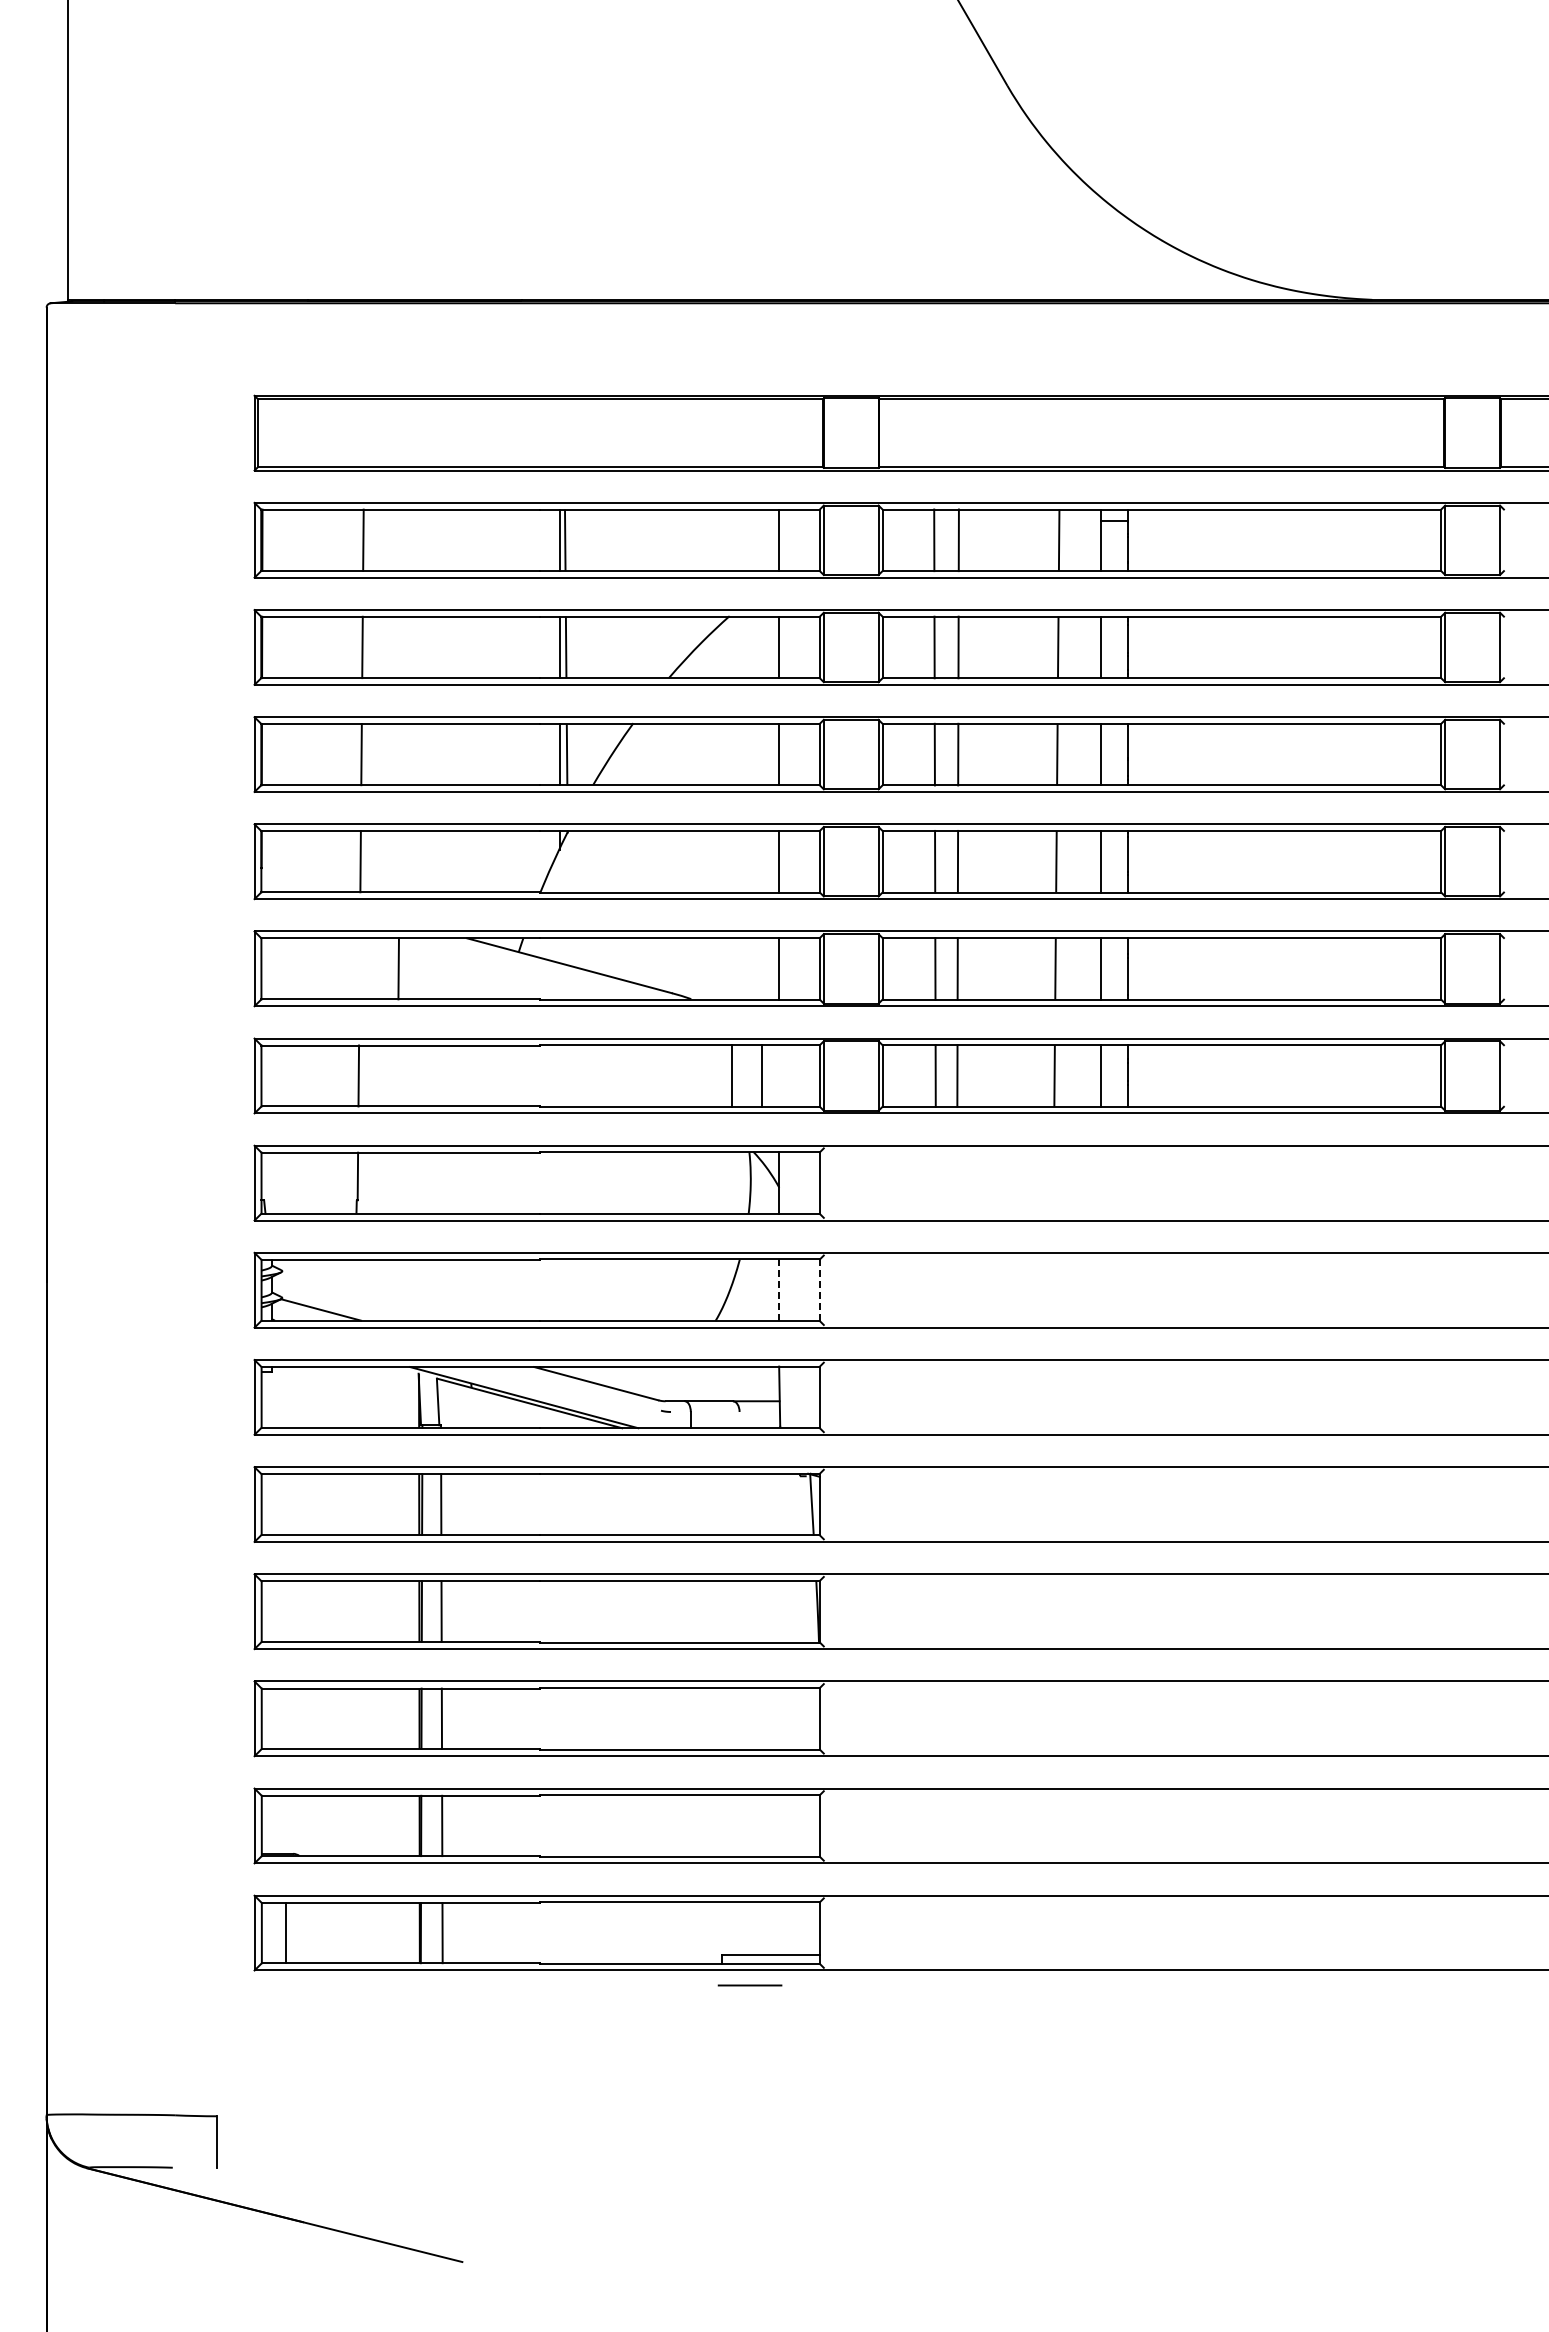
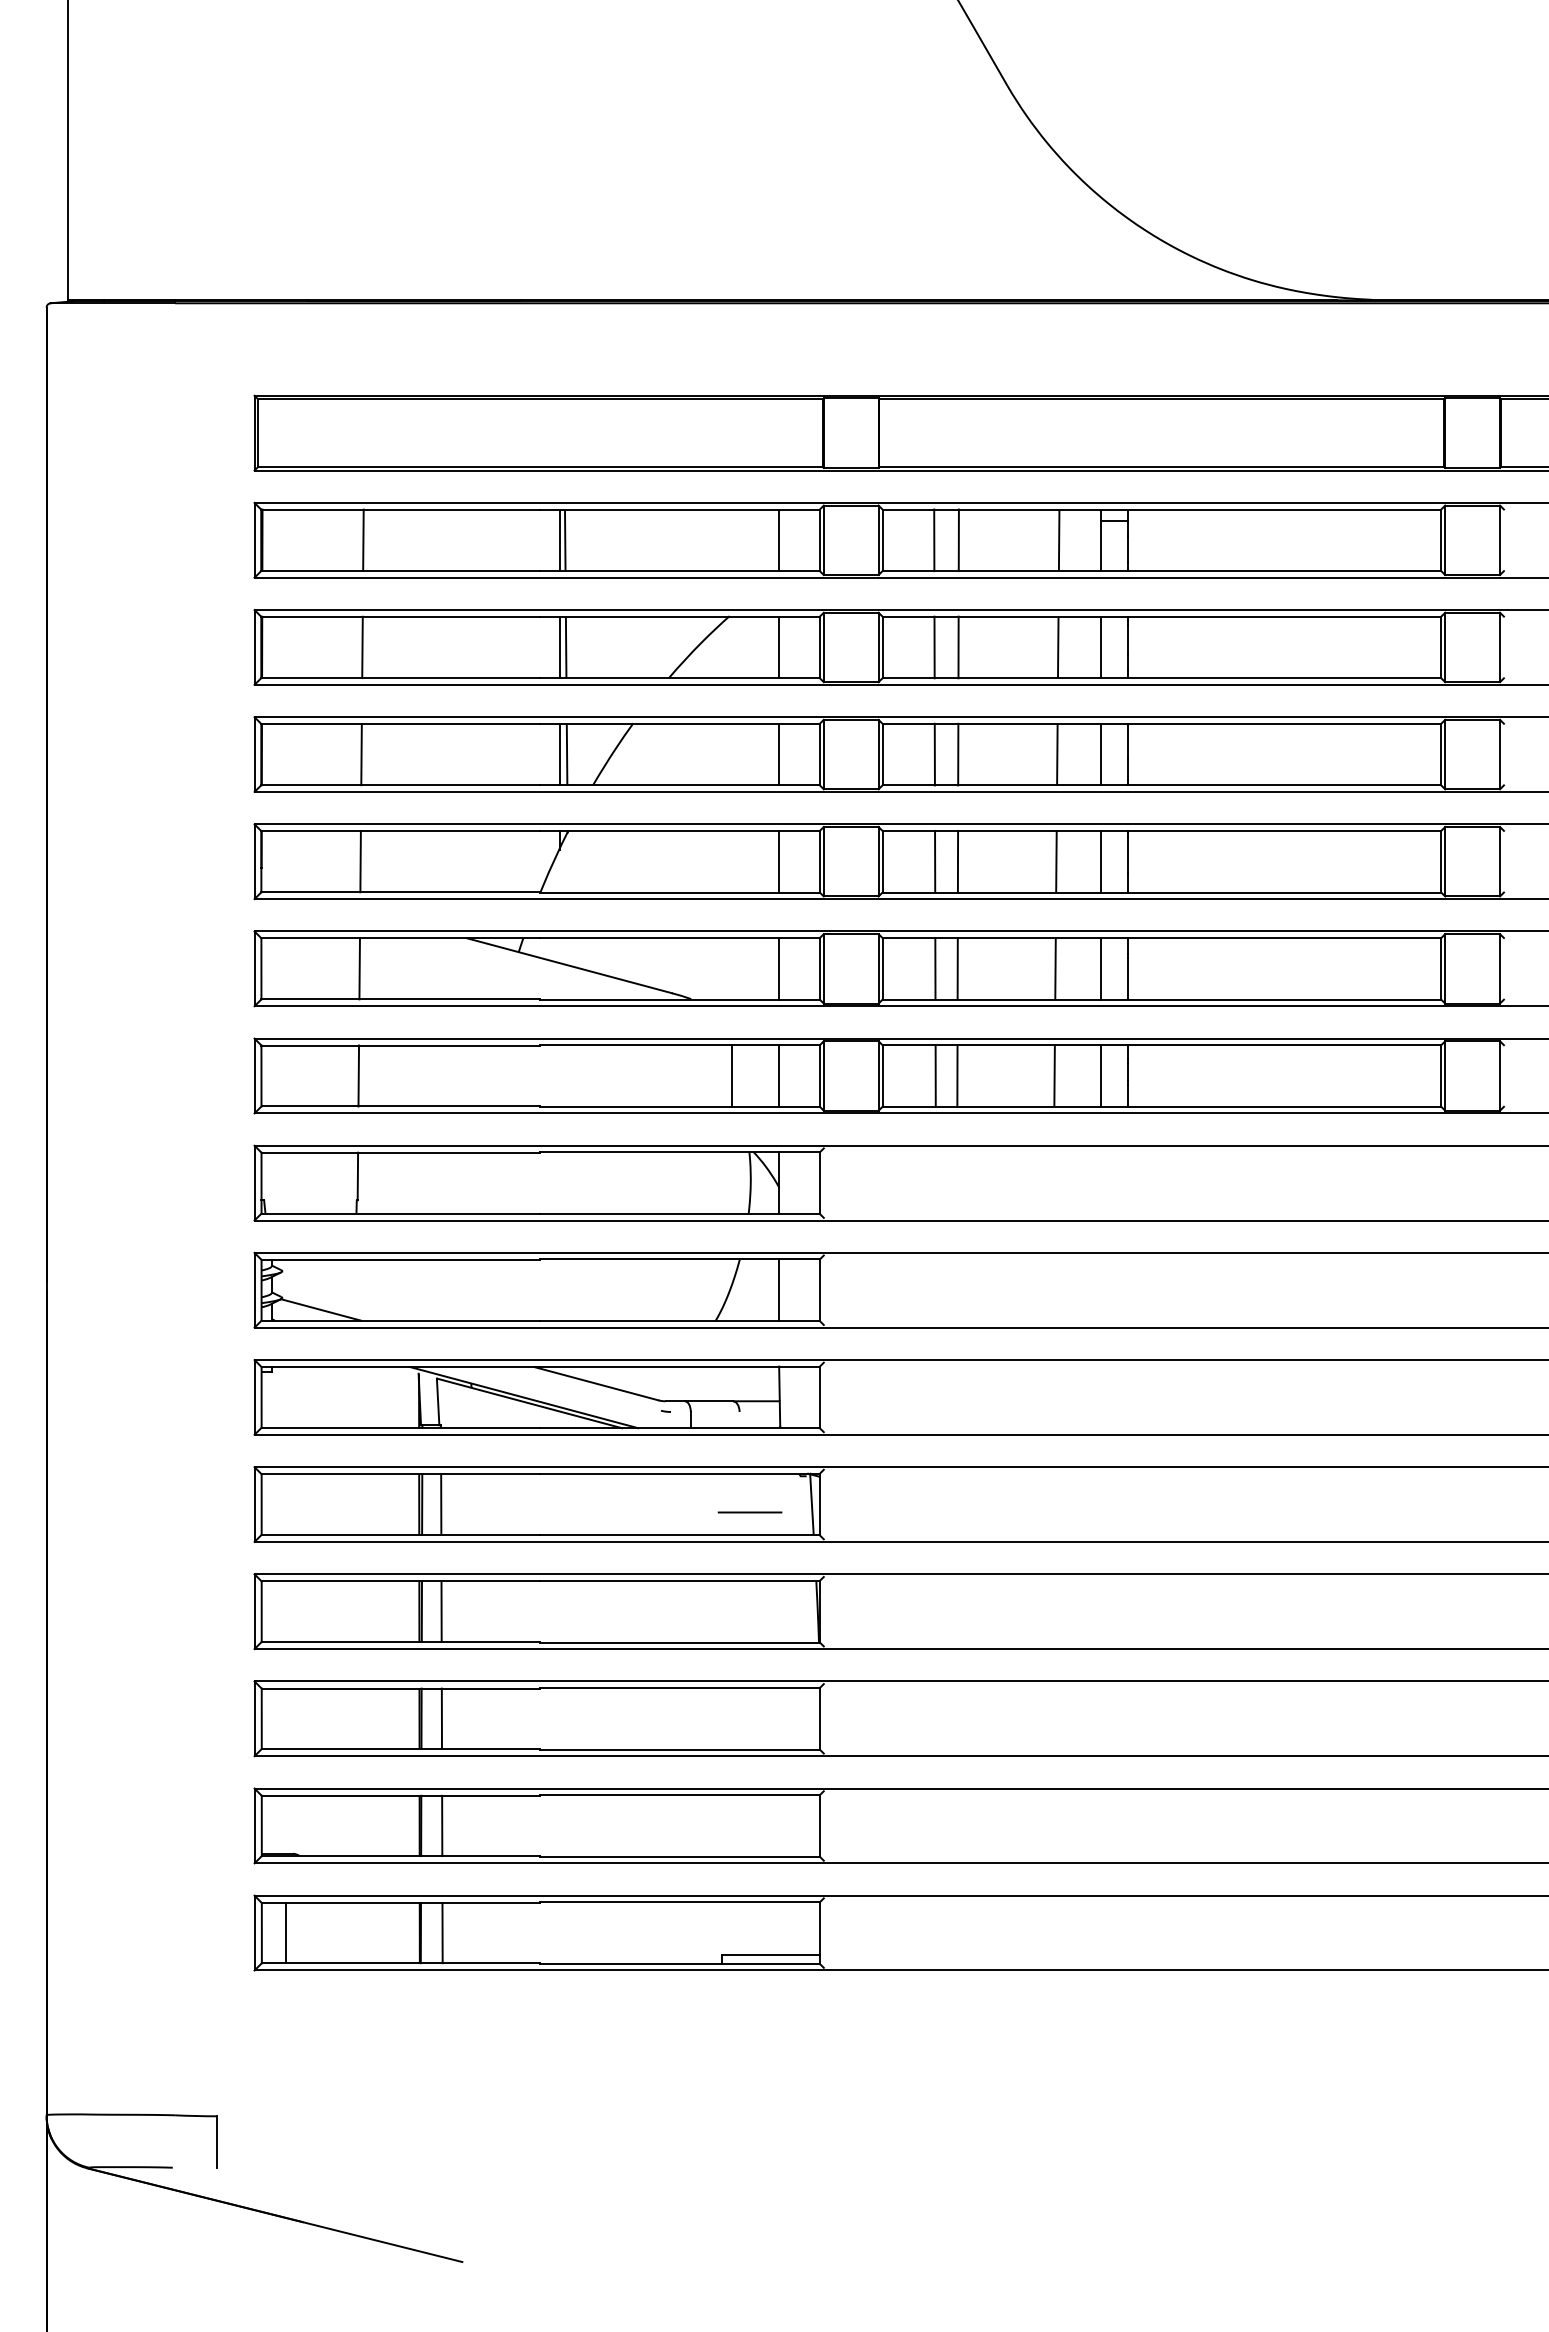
line at (398, 968) position: (398, 968) -> (359, 968)
line at (761, 1075) position: (761, 1075) -> (778, 1075)
line at (778, 1290): dashed -> solid
line at (819, 1290): dashed -> solid
line at (749, 1985) position: (749, 1985) -> (749, 1512)
